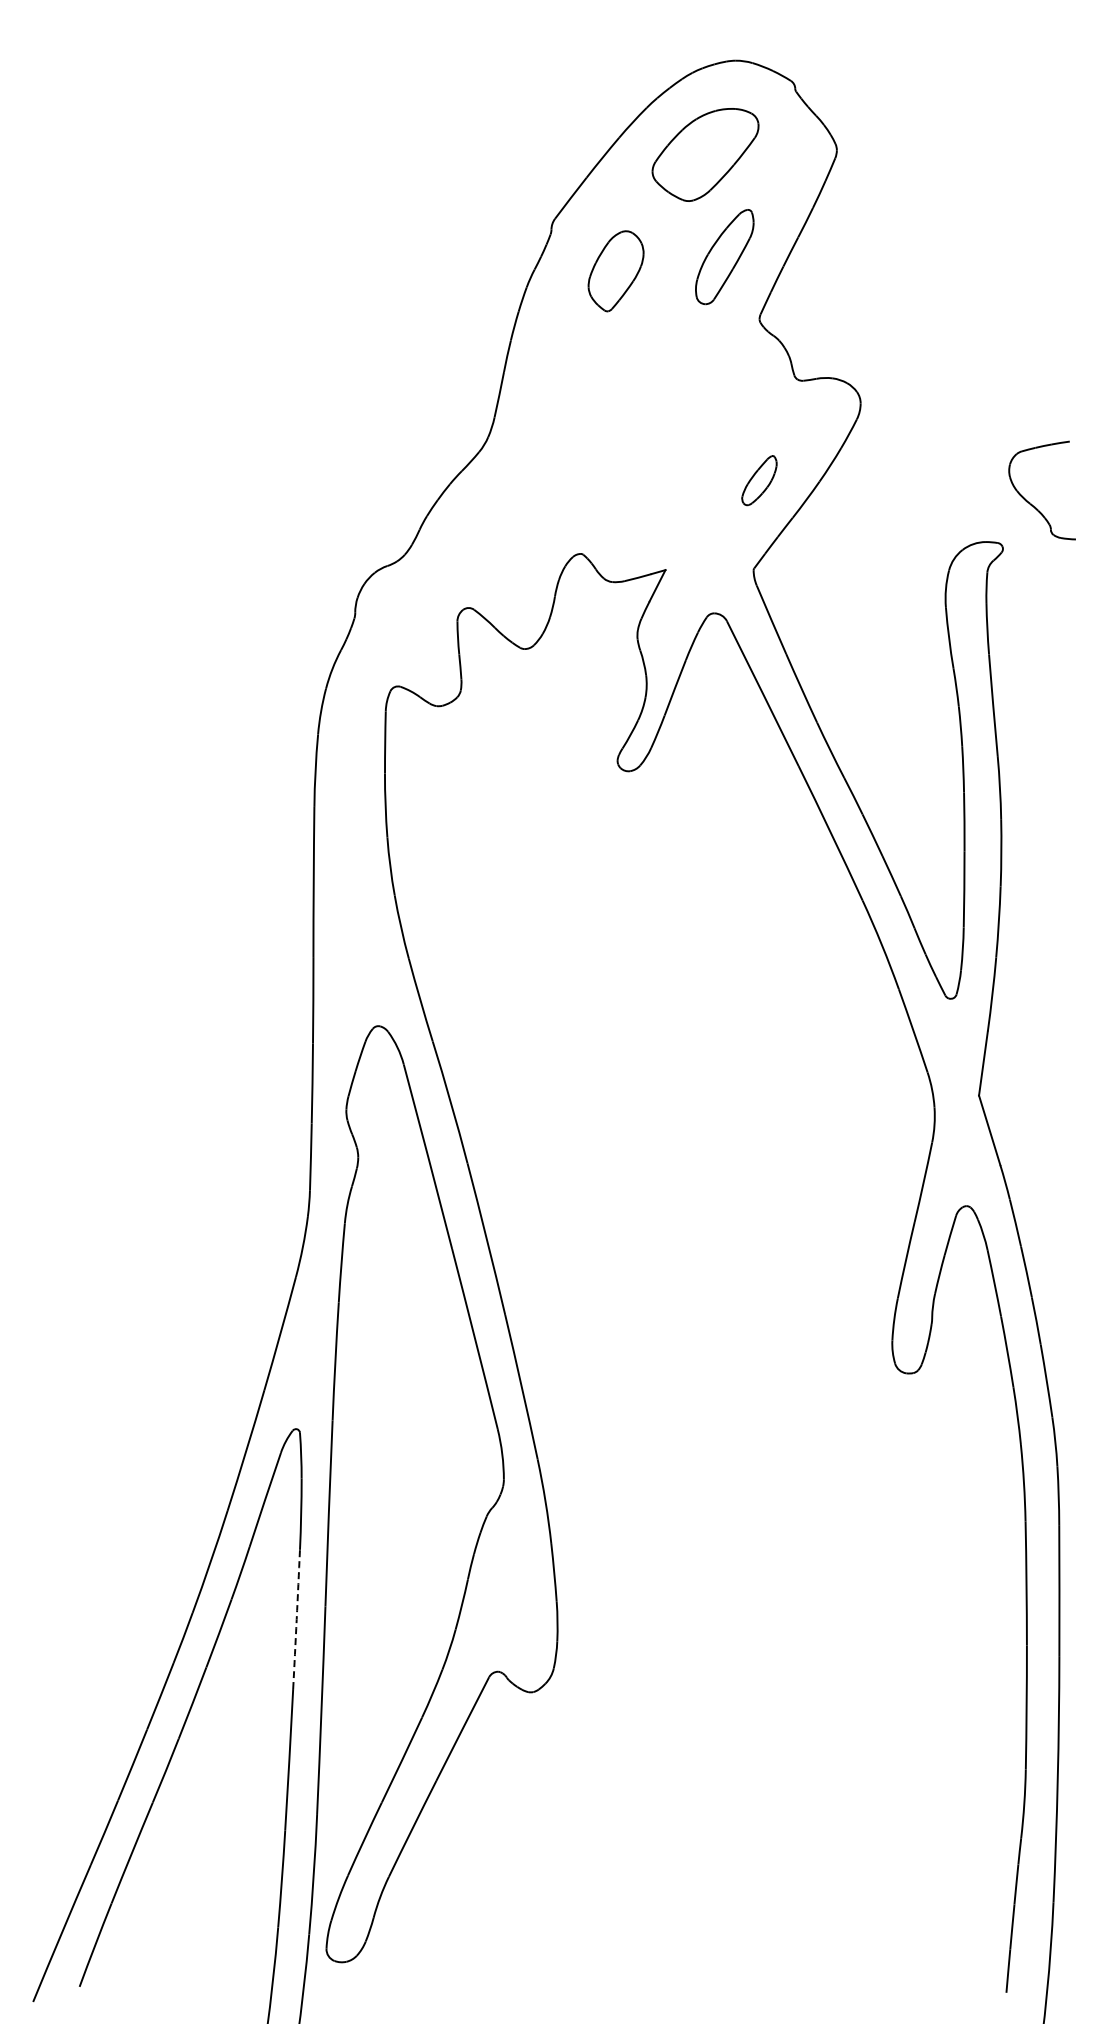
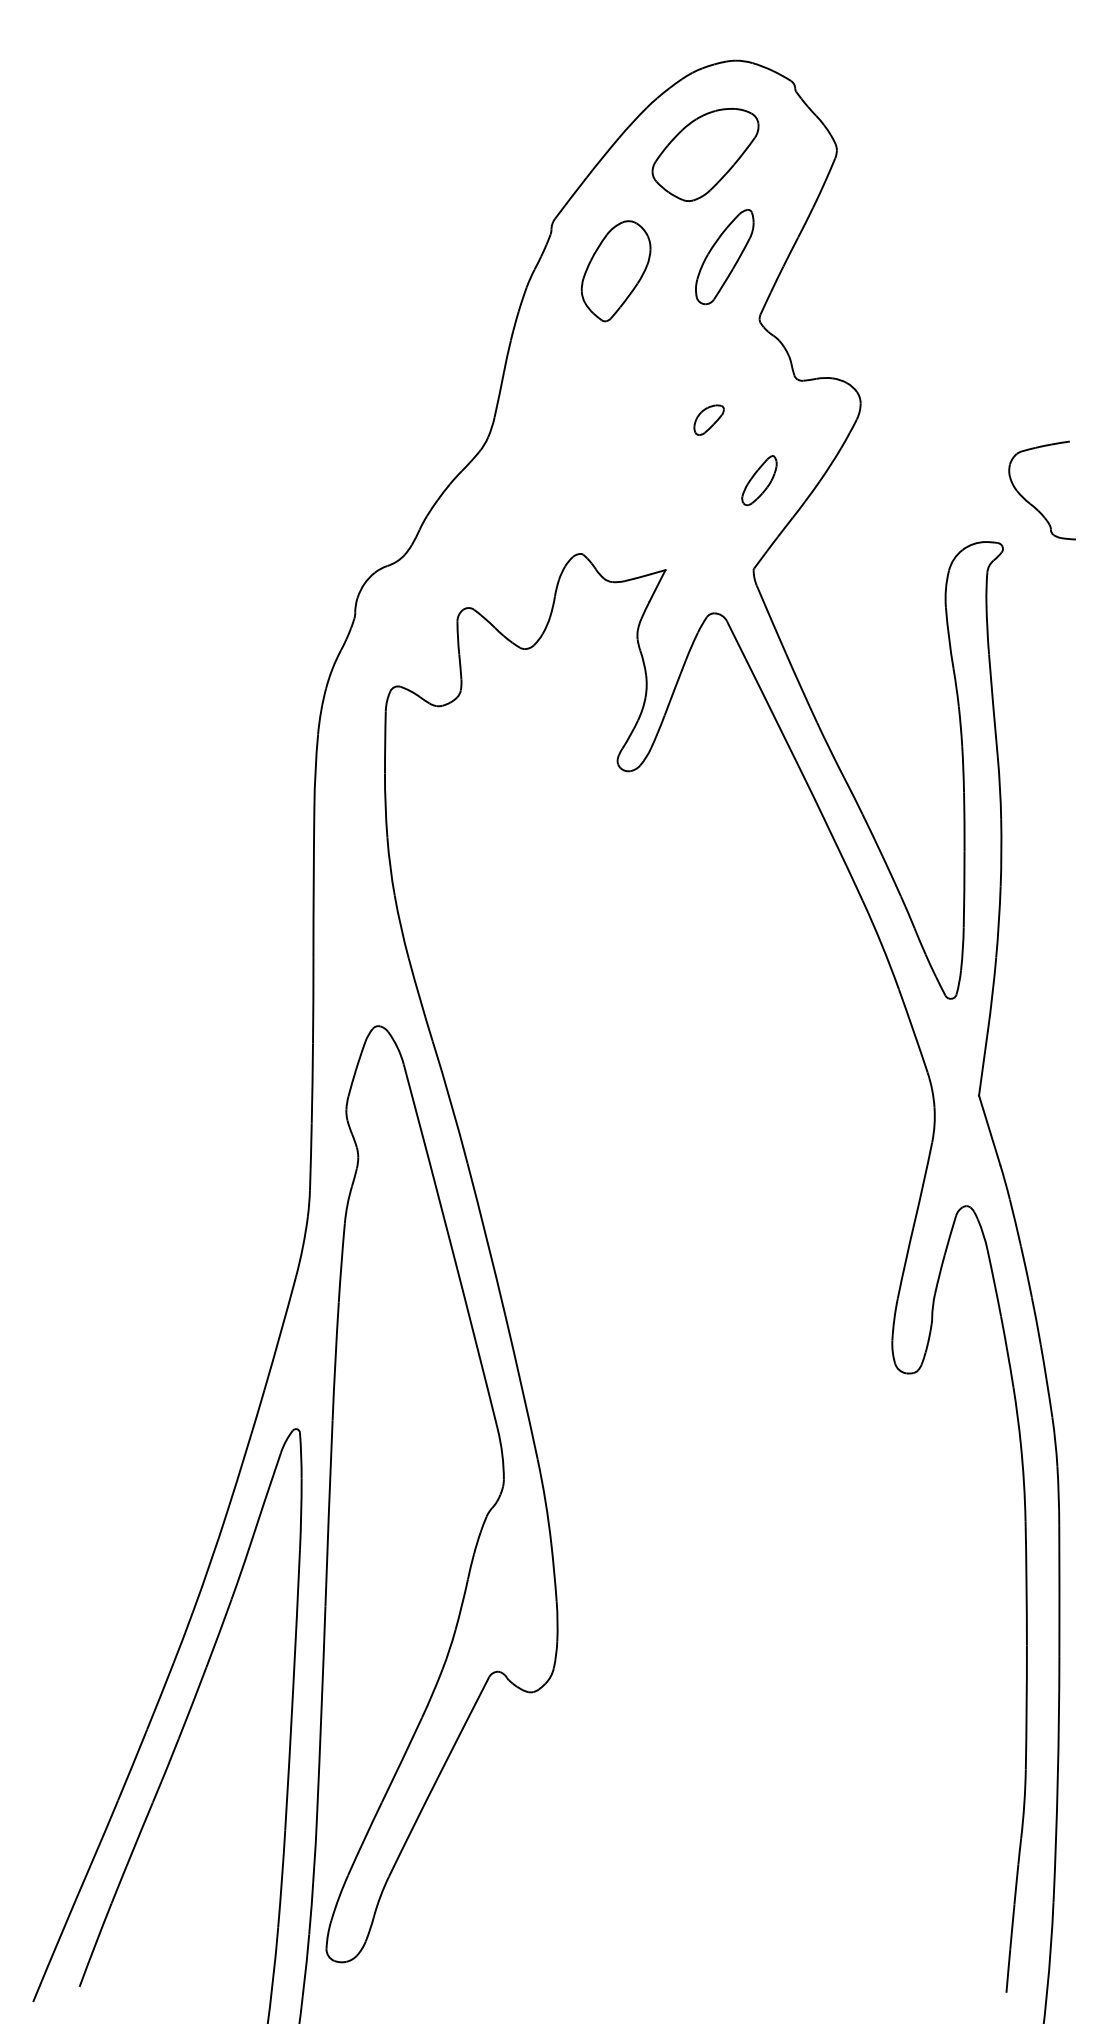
part at (615, 271) size: 58x83 px -> 72x103 px
part at (708, 419): none -> present
arc at (296, 1619): dashed -> solid
